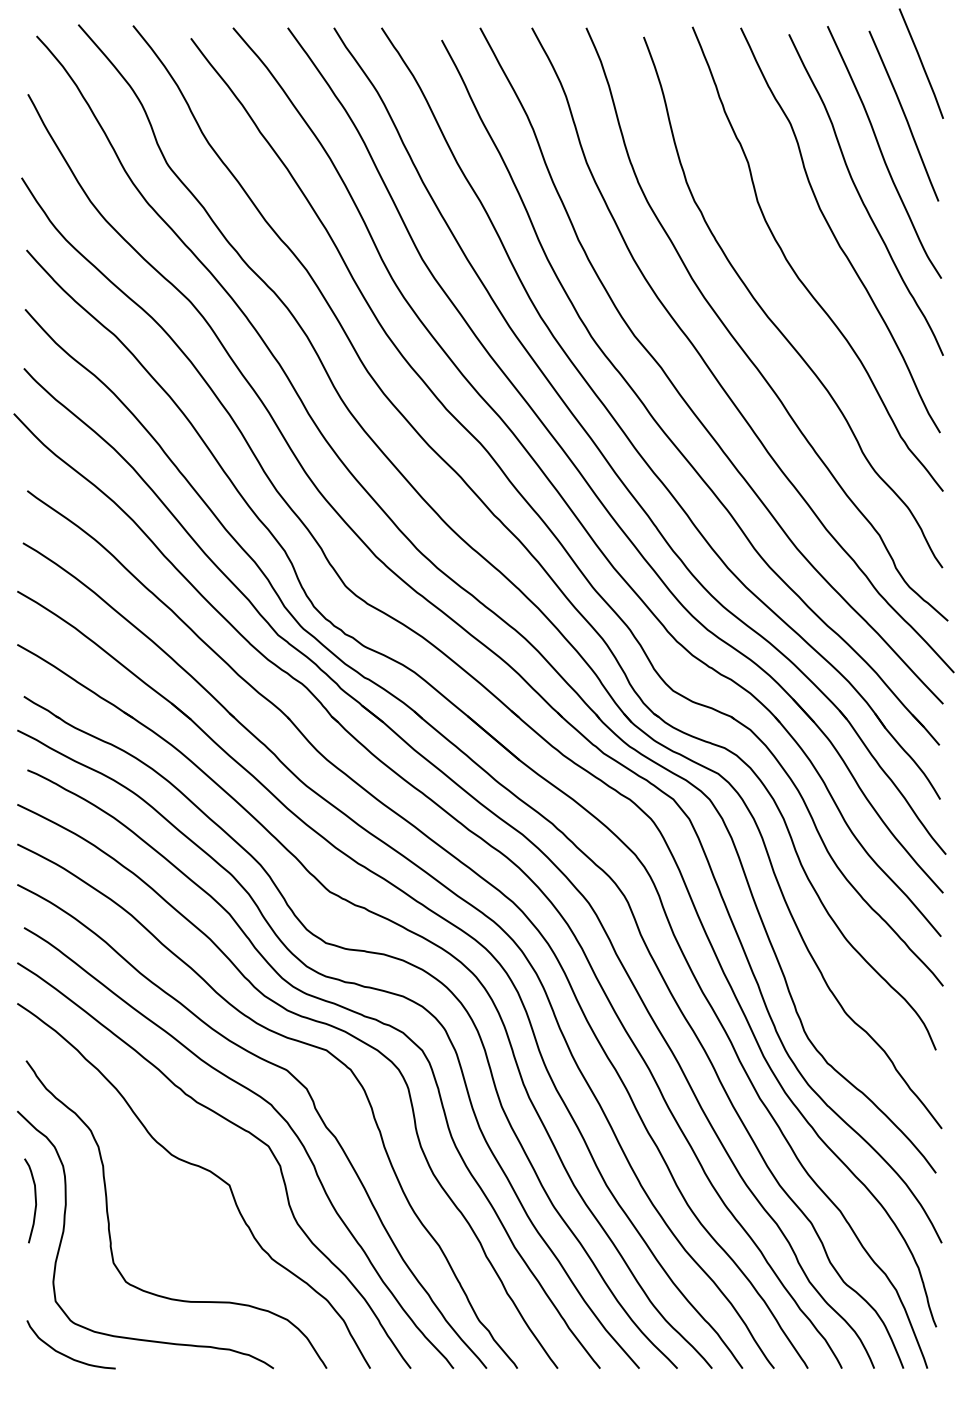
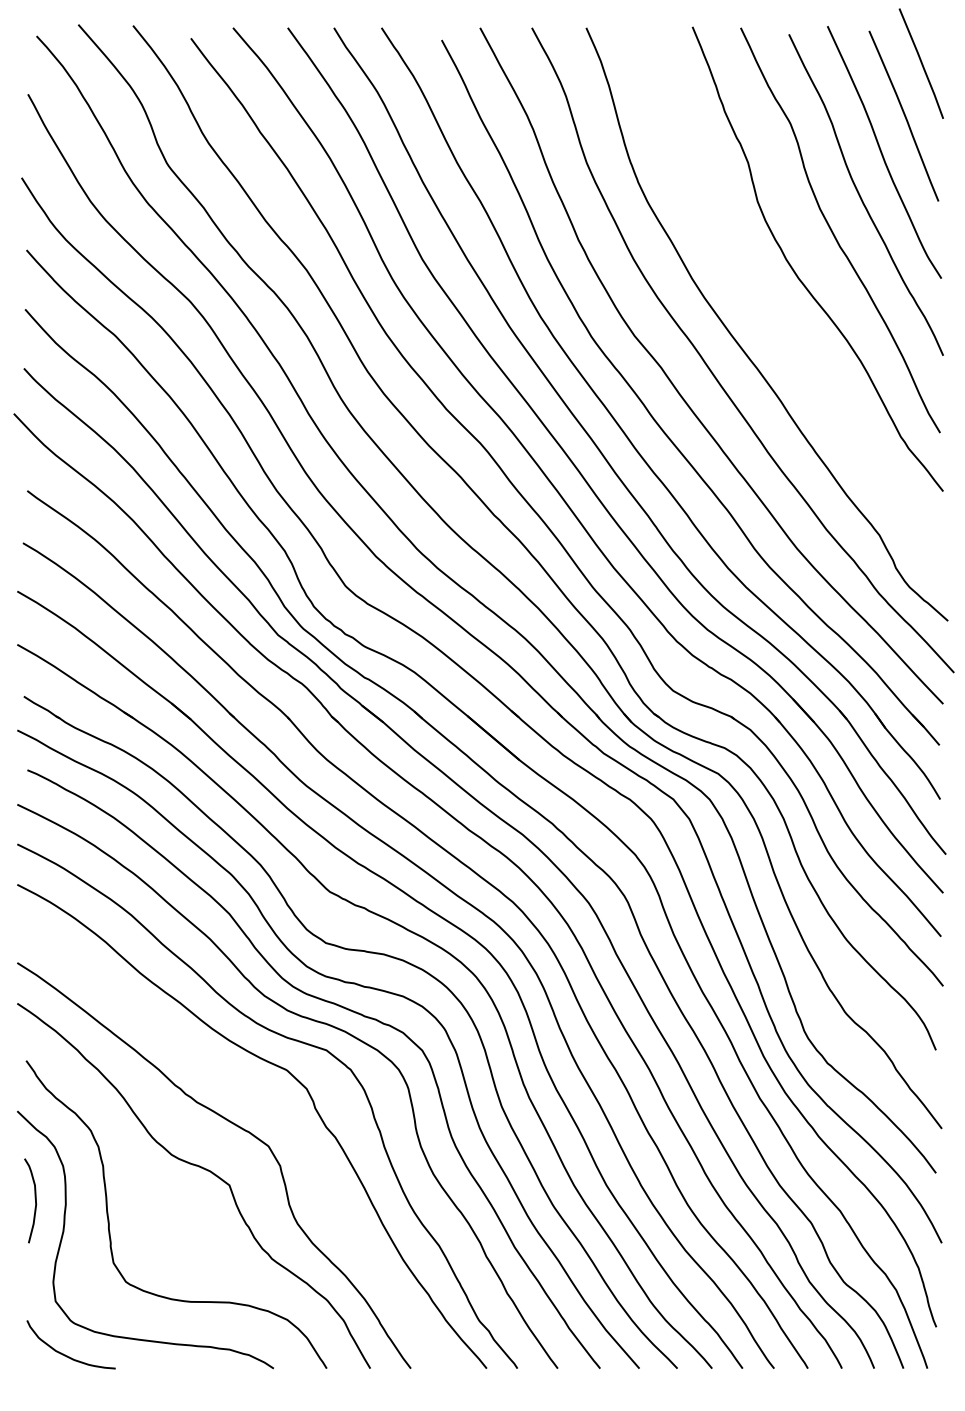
curve at (772, 320): present -> none
curve at (274, 1110): present -> none
